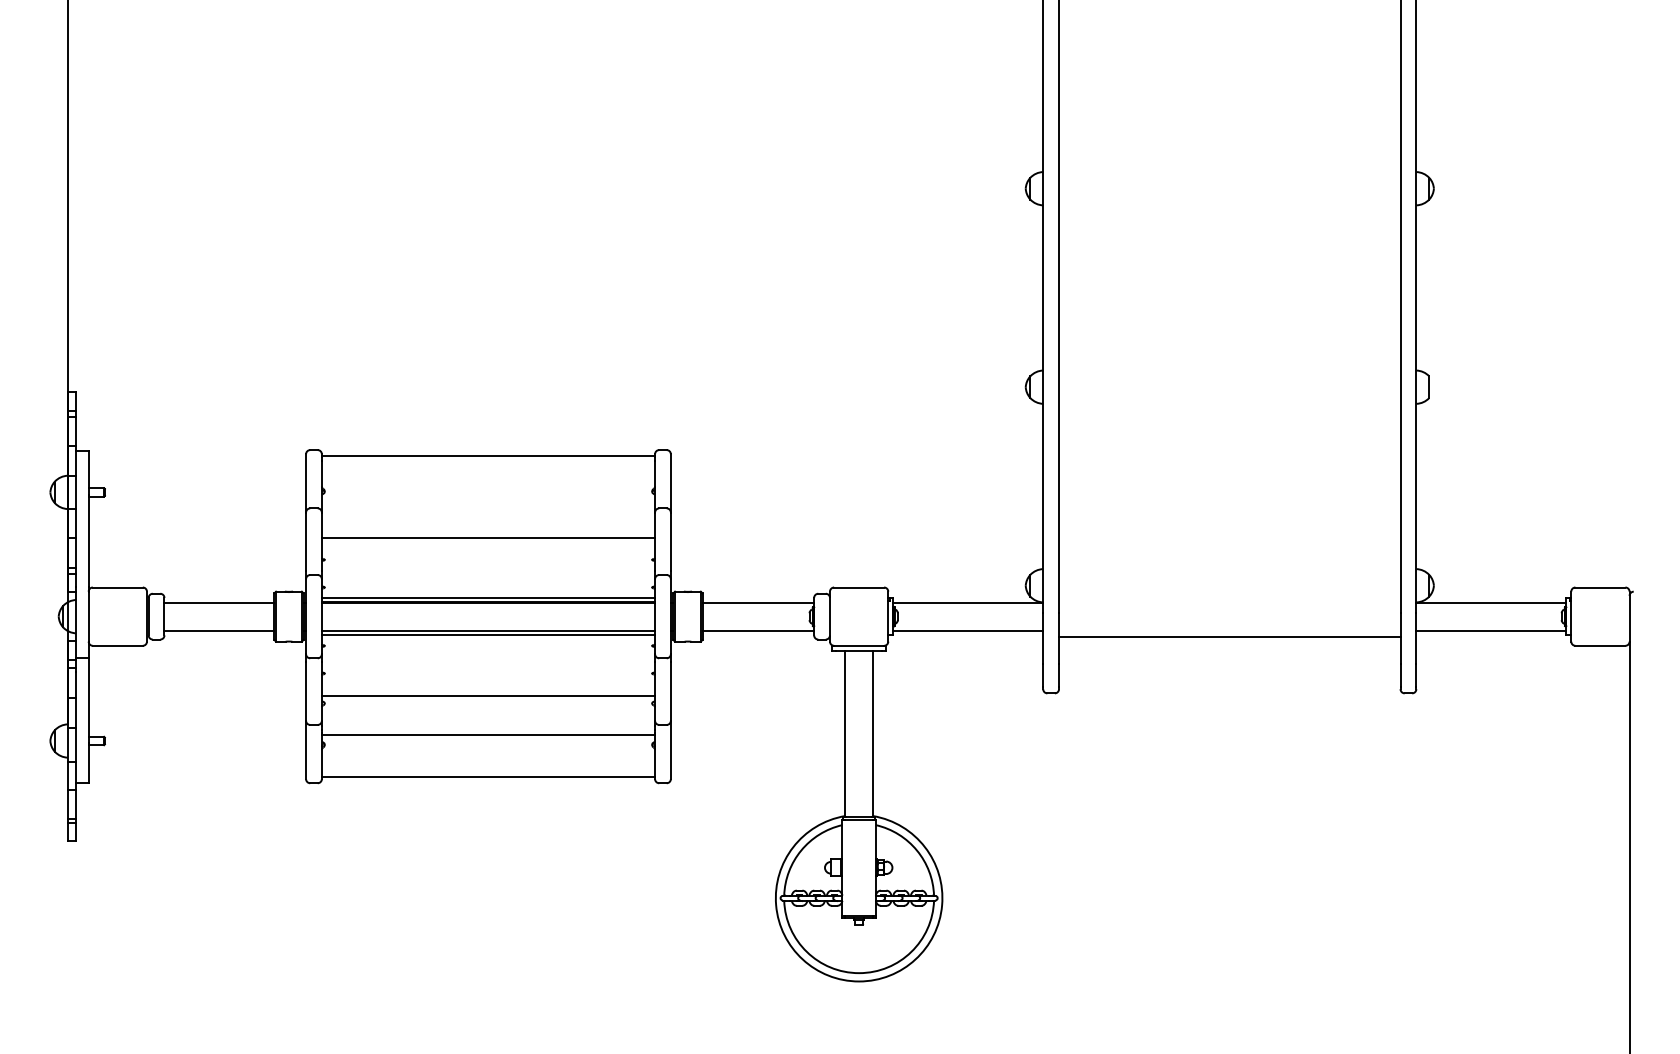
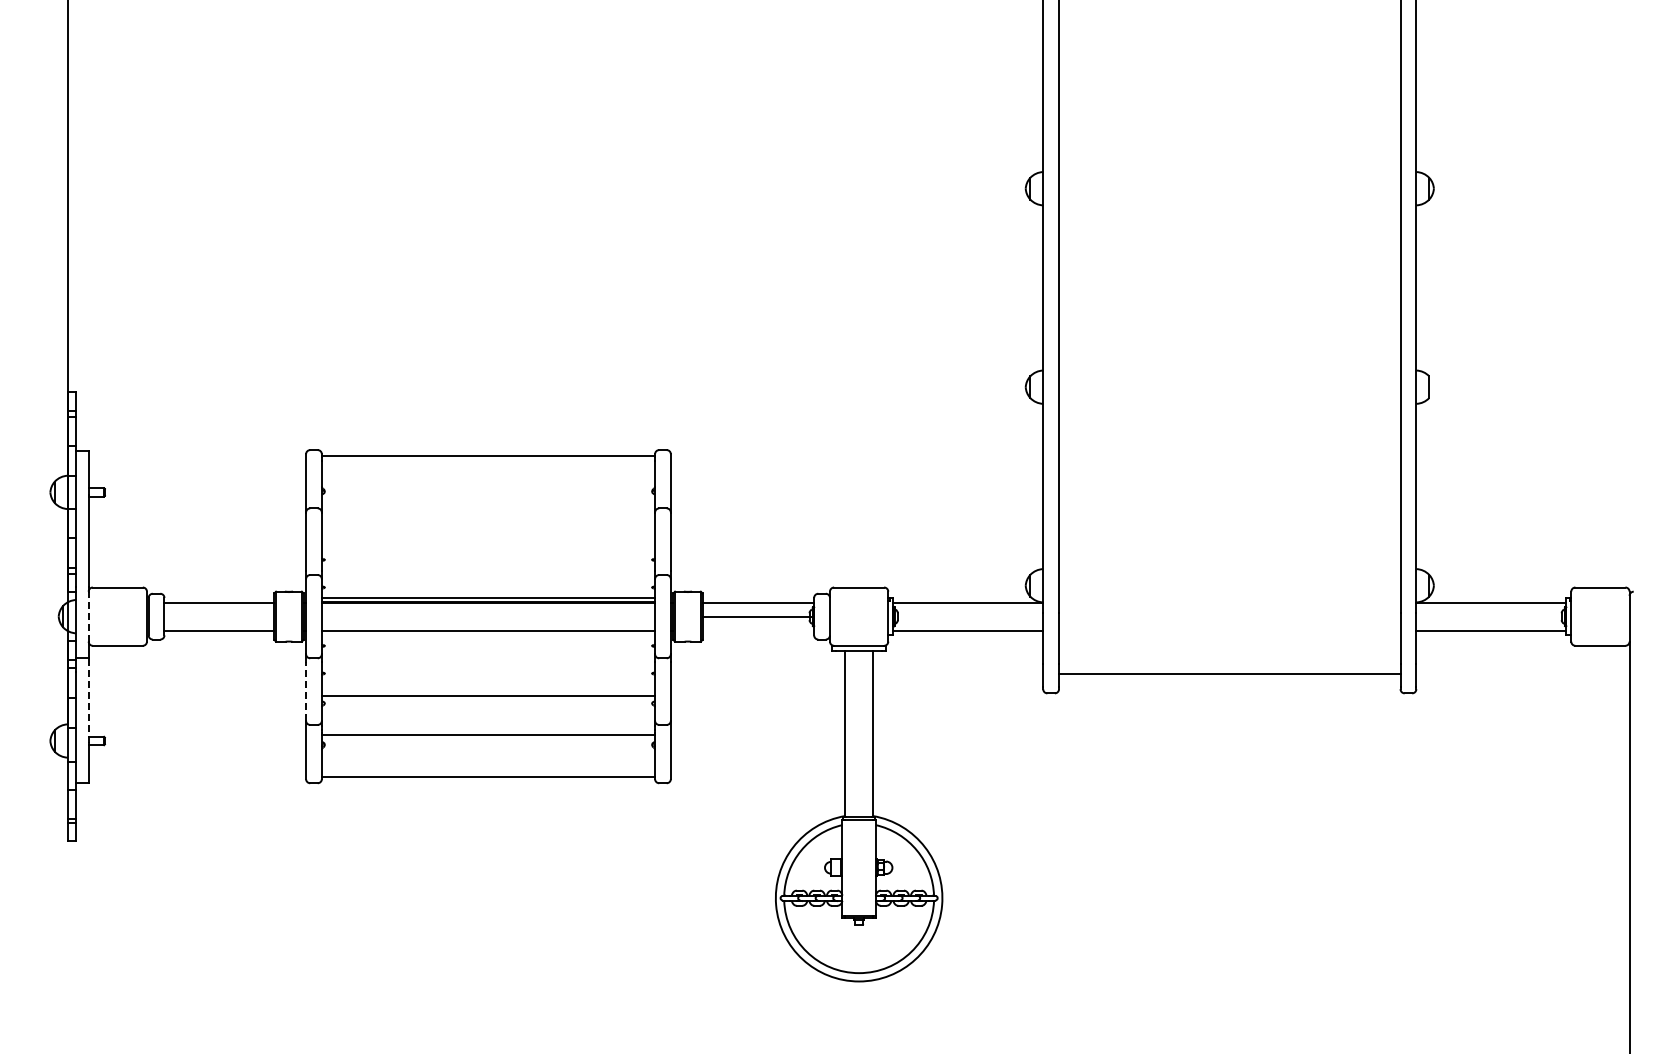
line at (488, 537): present -> none
line at (88, 616): solid -> dashed
line at (758, 630) position: (758, 630) -> (758, 616)
line at (488, 635): present -> none
line at (1229, 636) position: (1229, 636) -> (1229, 673)
line at (306, 690): solid -> dashed
line at (88, 700): solid -> dashed
